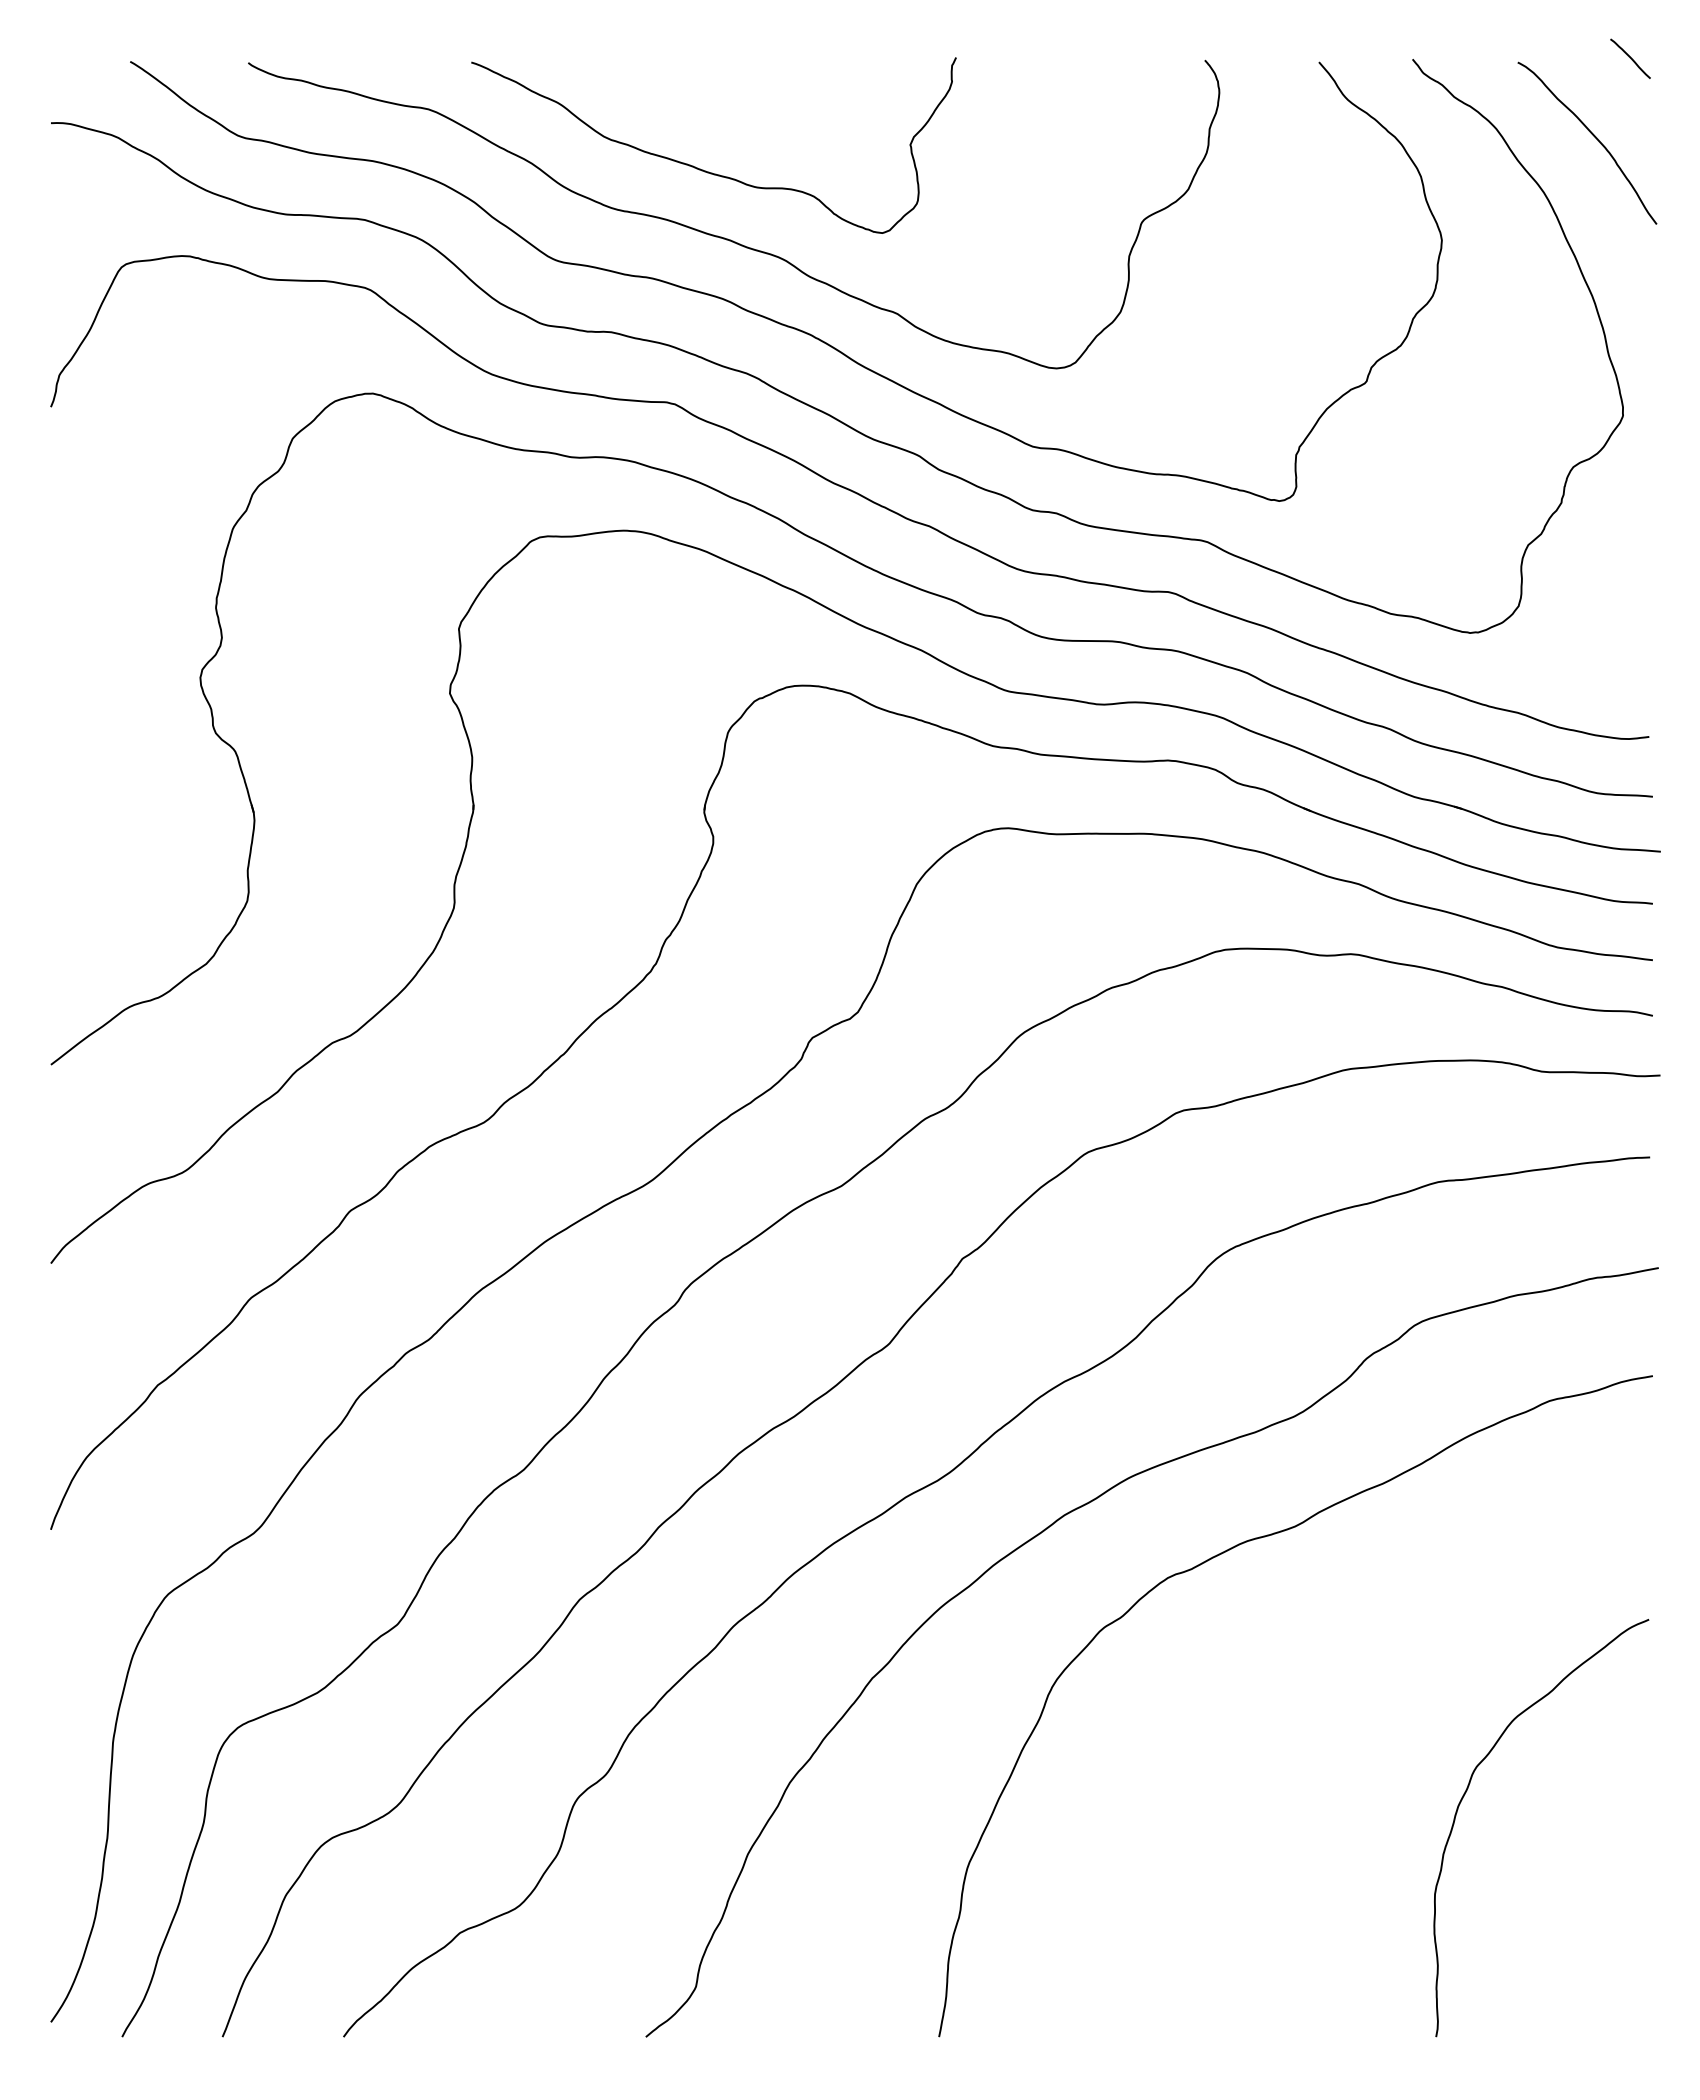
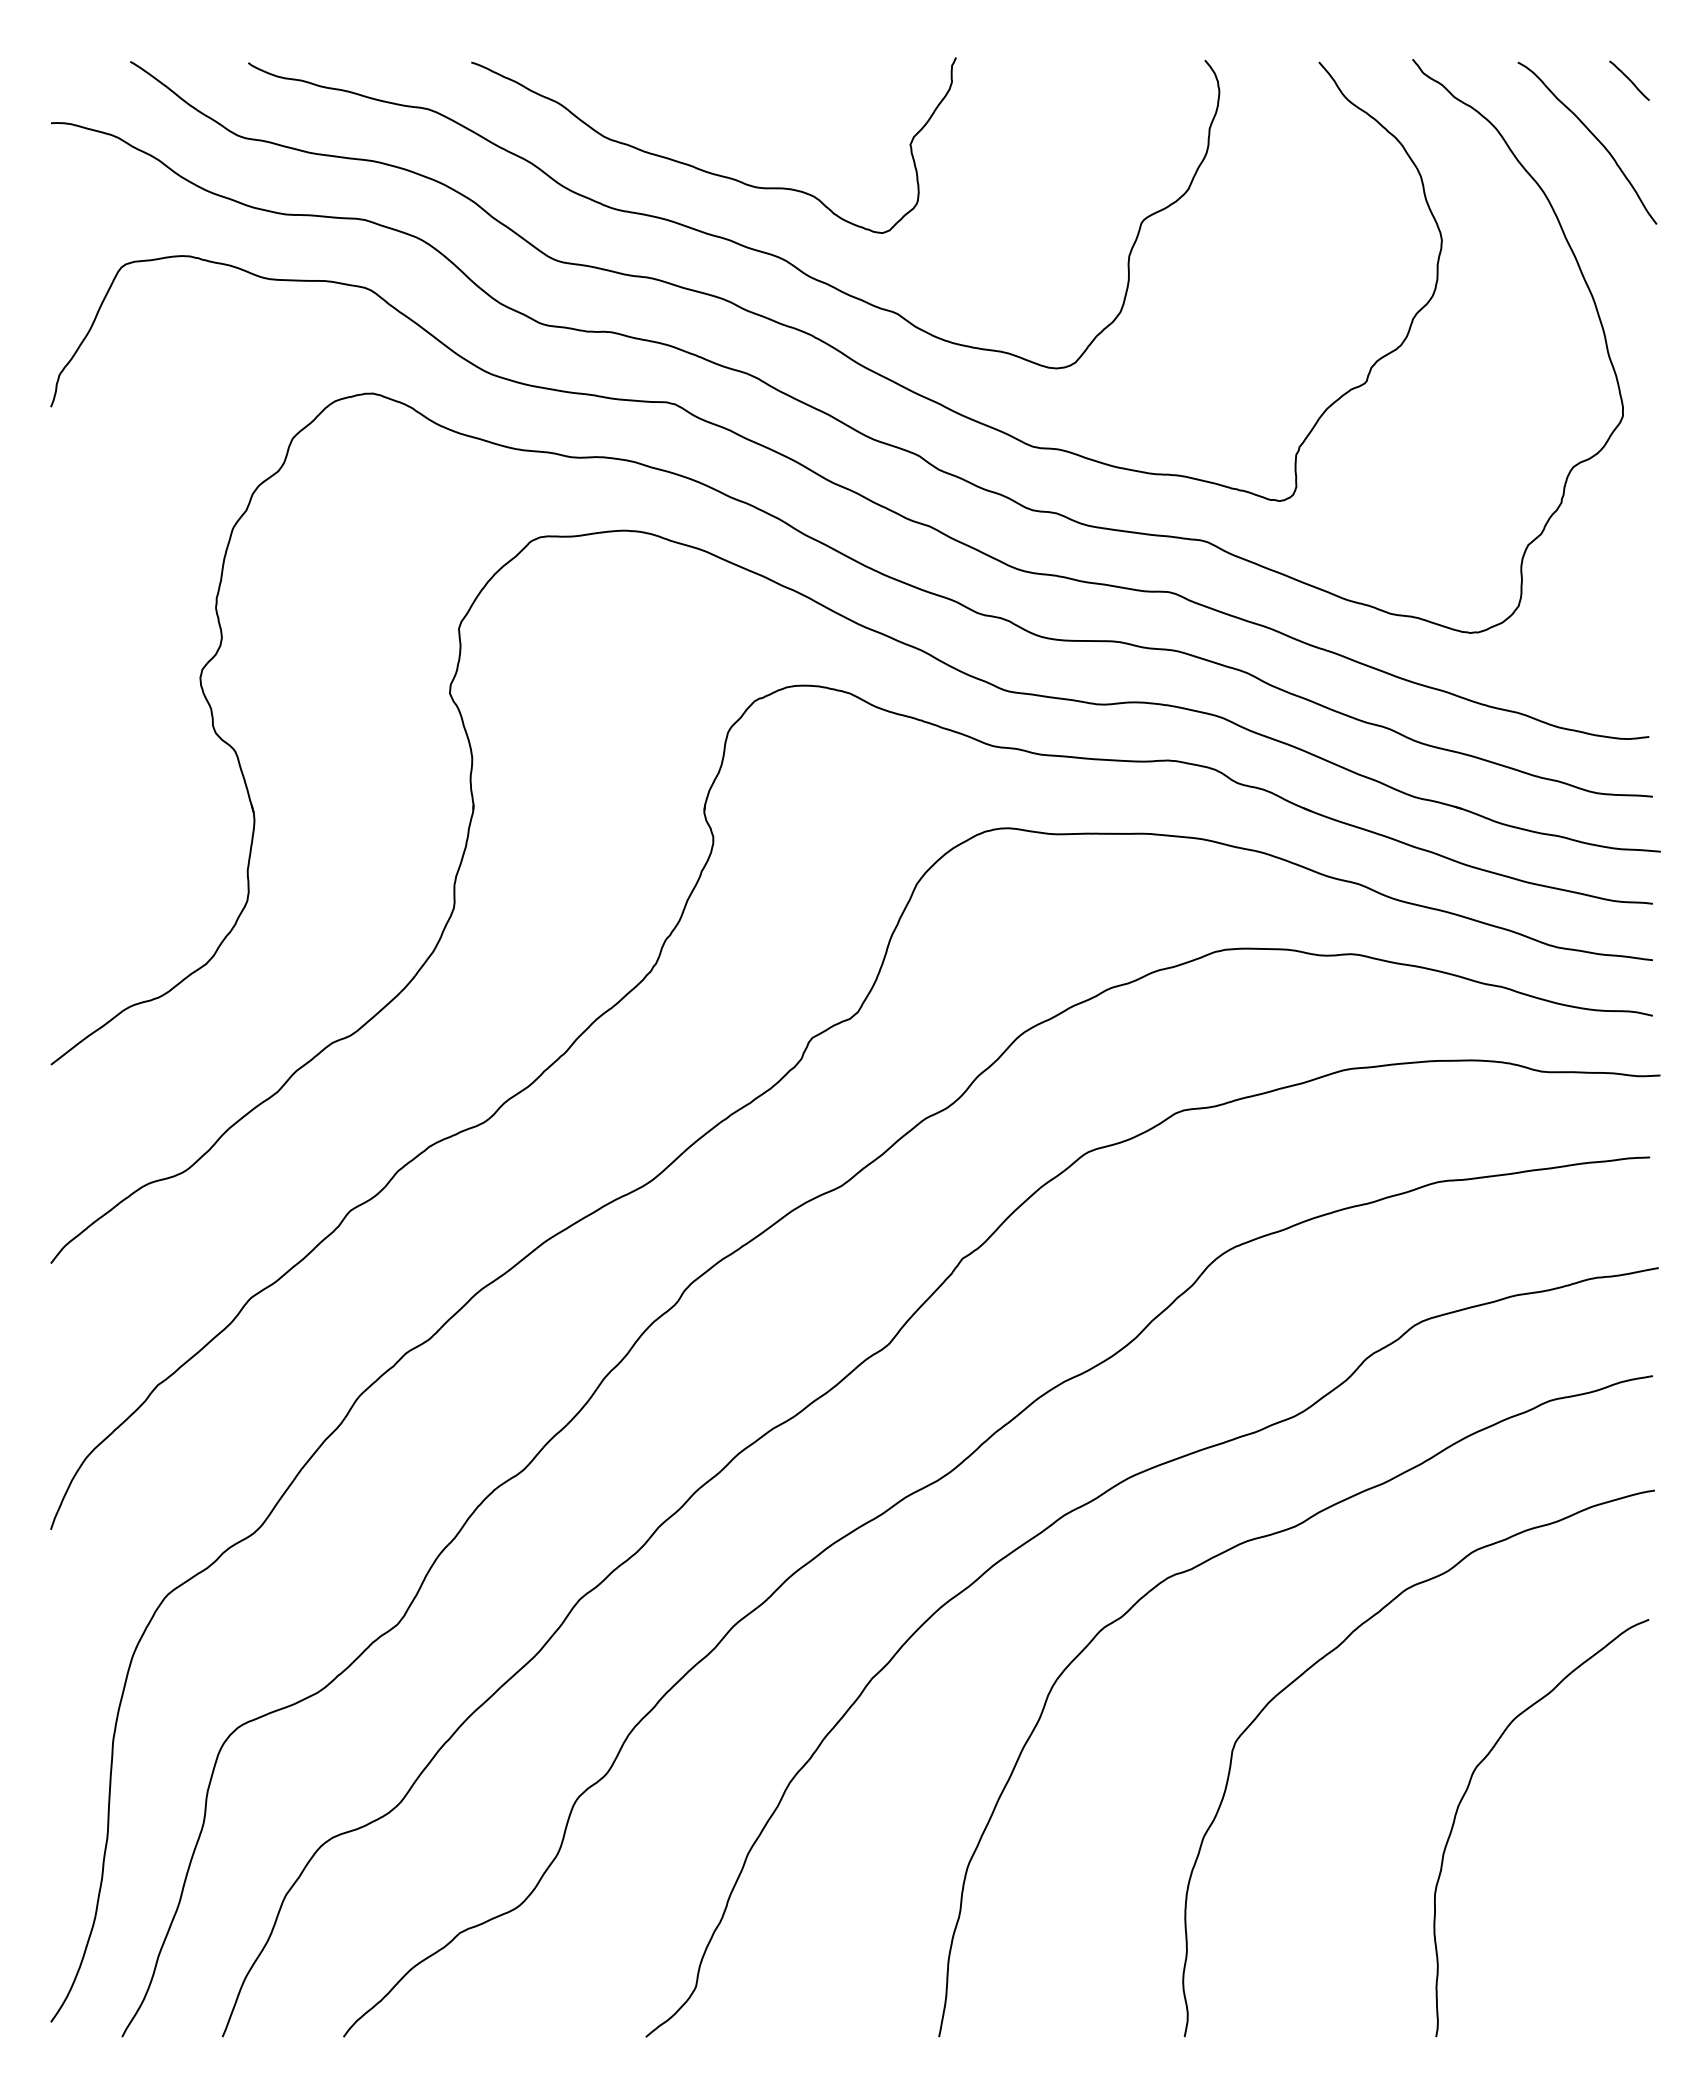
line at (1630, 58) position: (1630, 58) -> (1629, 80)
curve at (1333, 1651): none -> present
